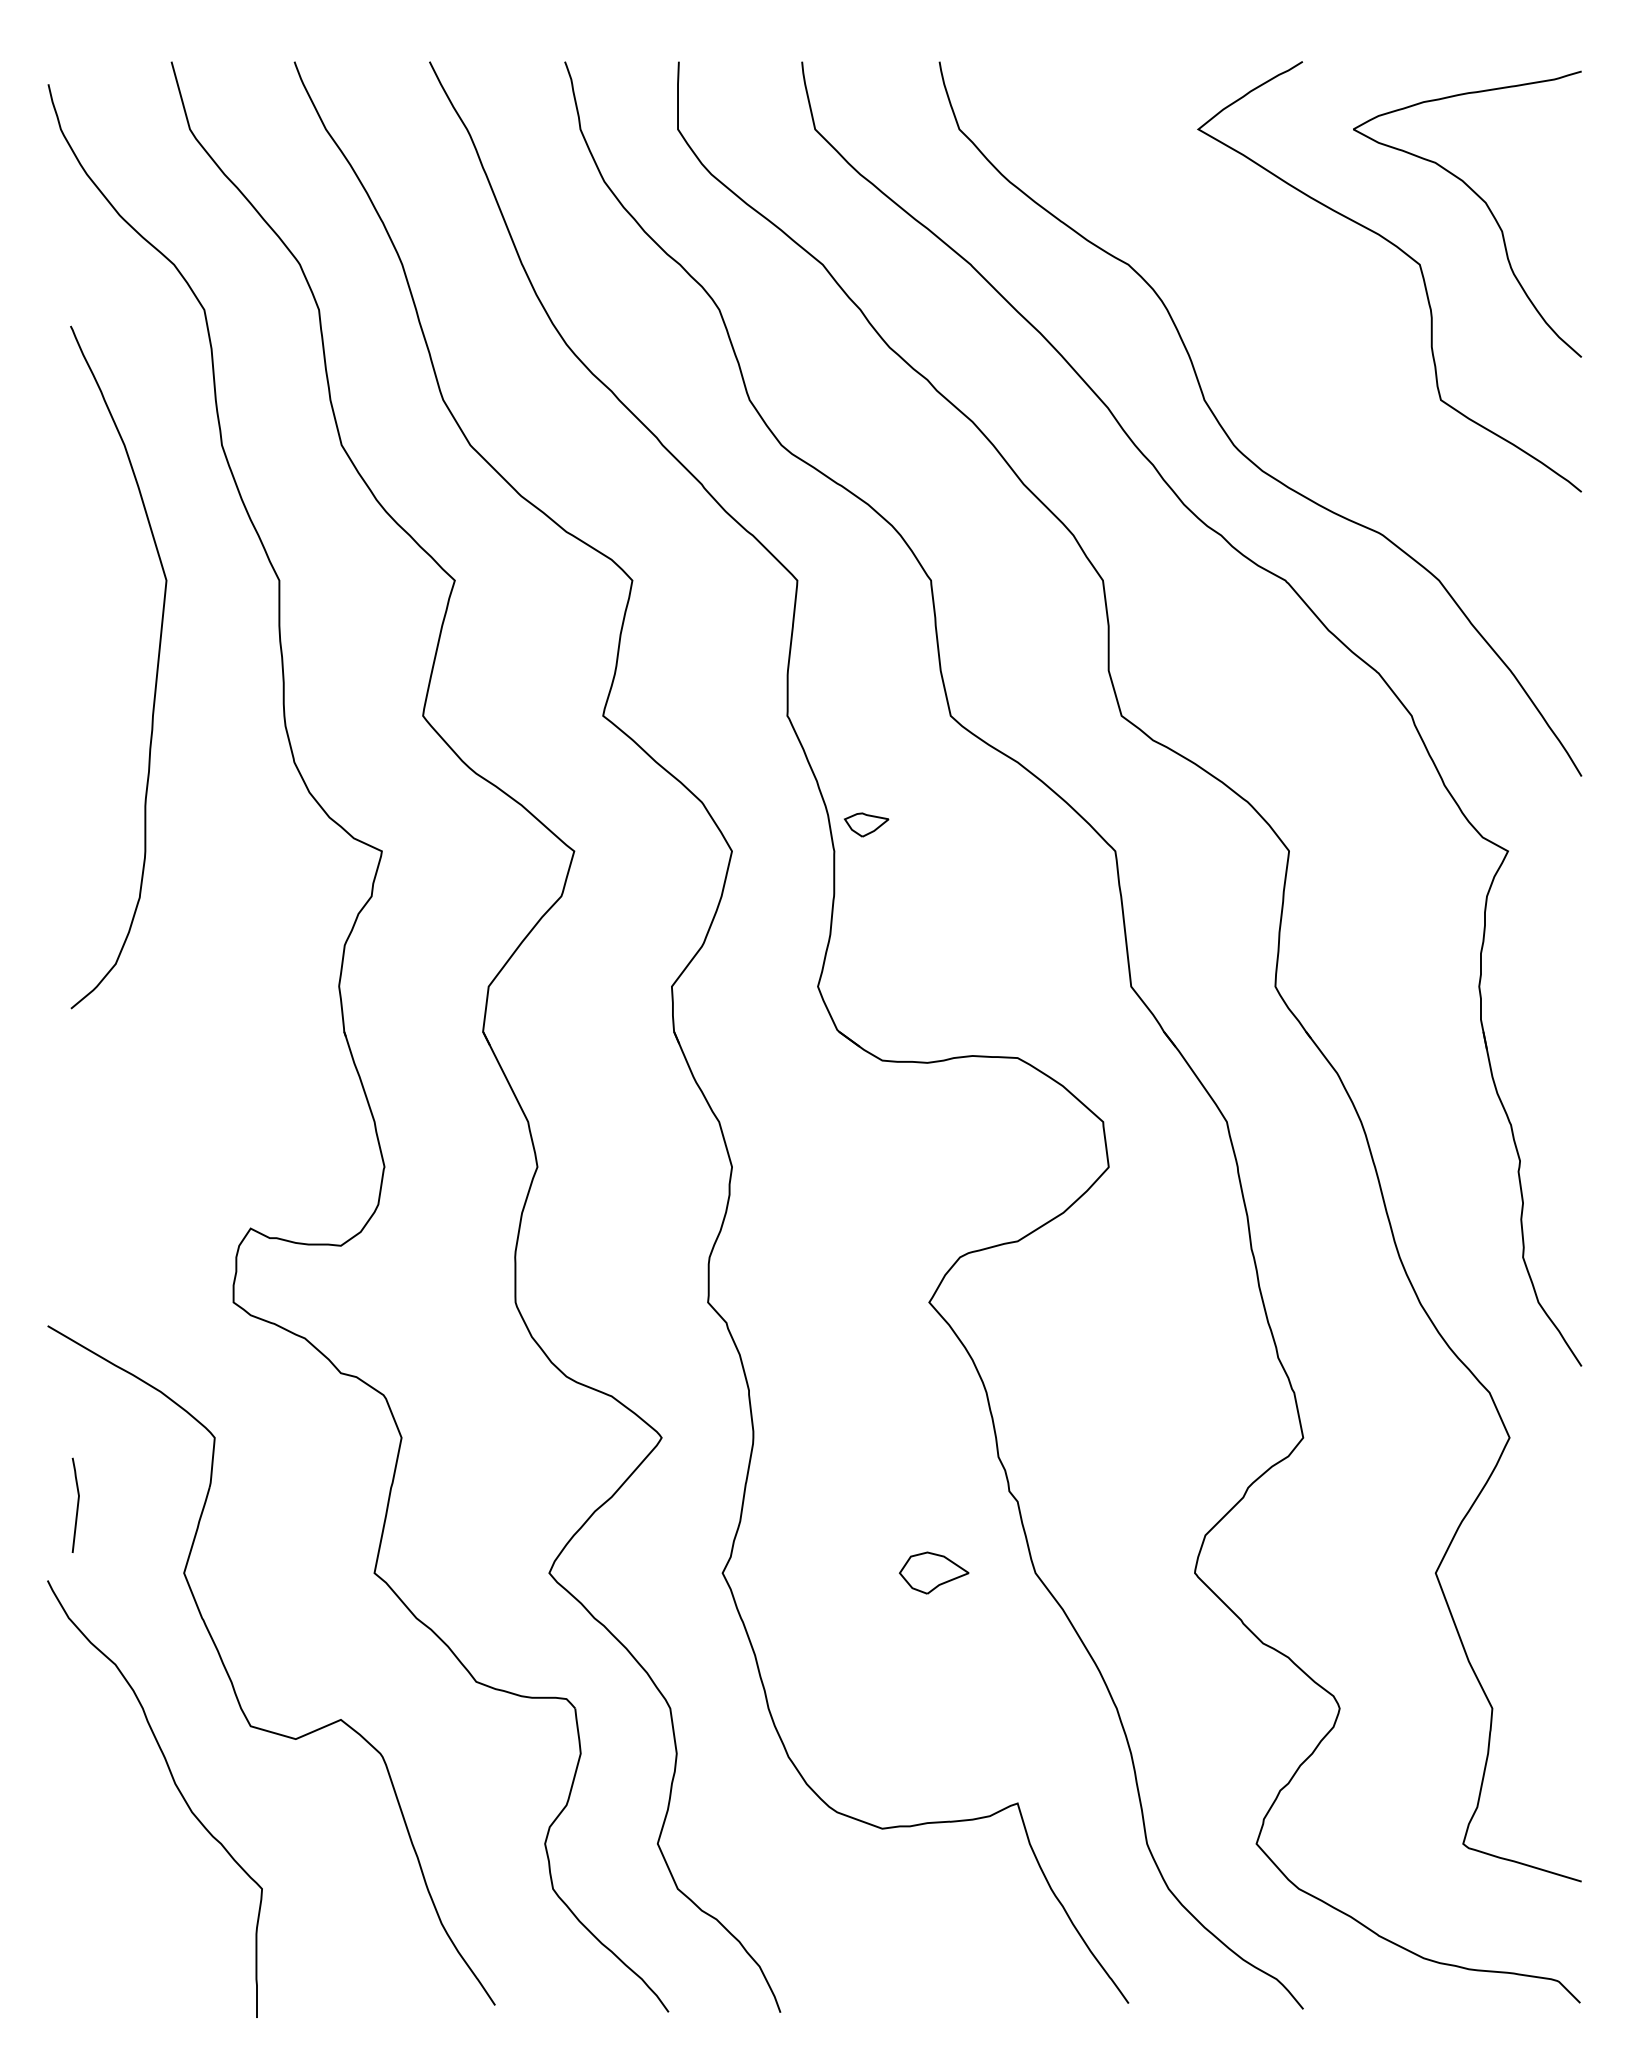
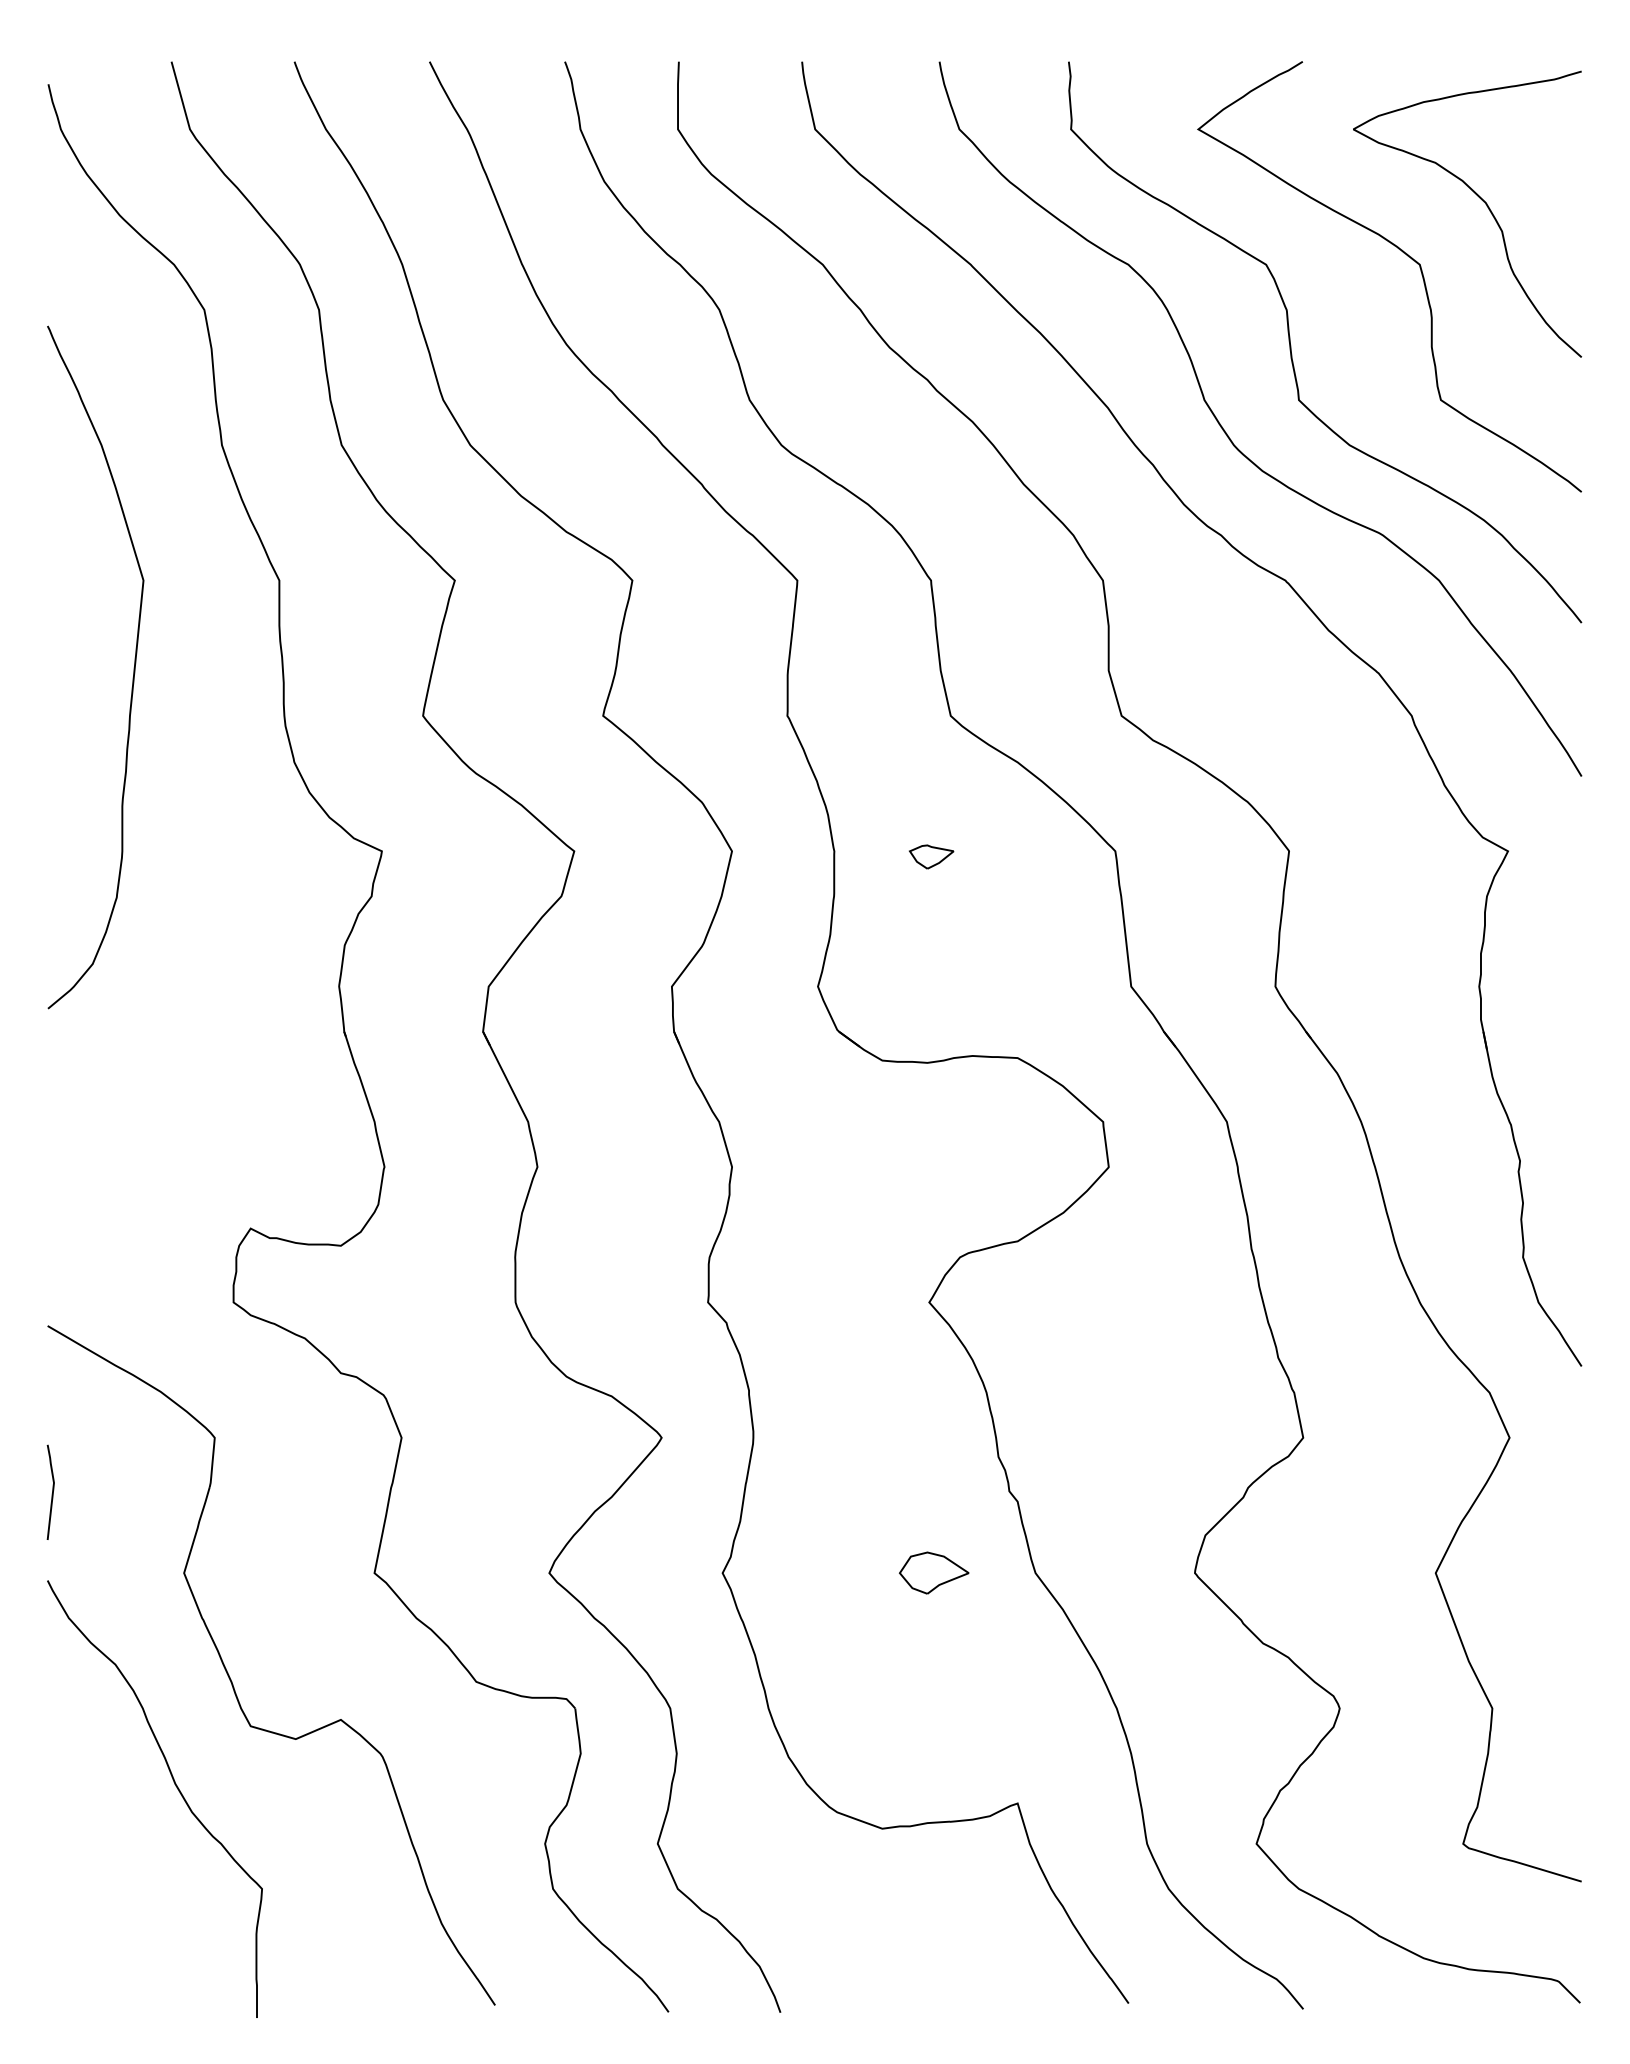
curve at (1291, 345): none -> present
curve at (156, 667) position: (156, 667) -> (133, 667)
part at (866, 824) position: (866, 824) -> (931, 856)
curve at (77, 1504) position: (77, 1504) -> (52, 1491)
